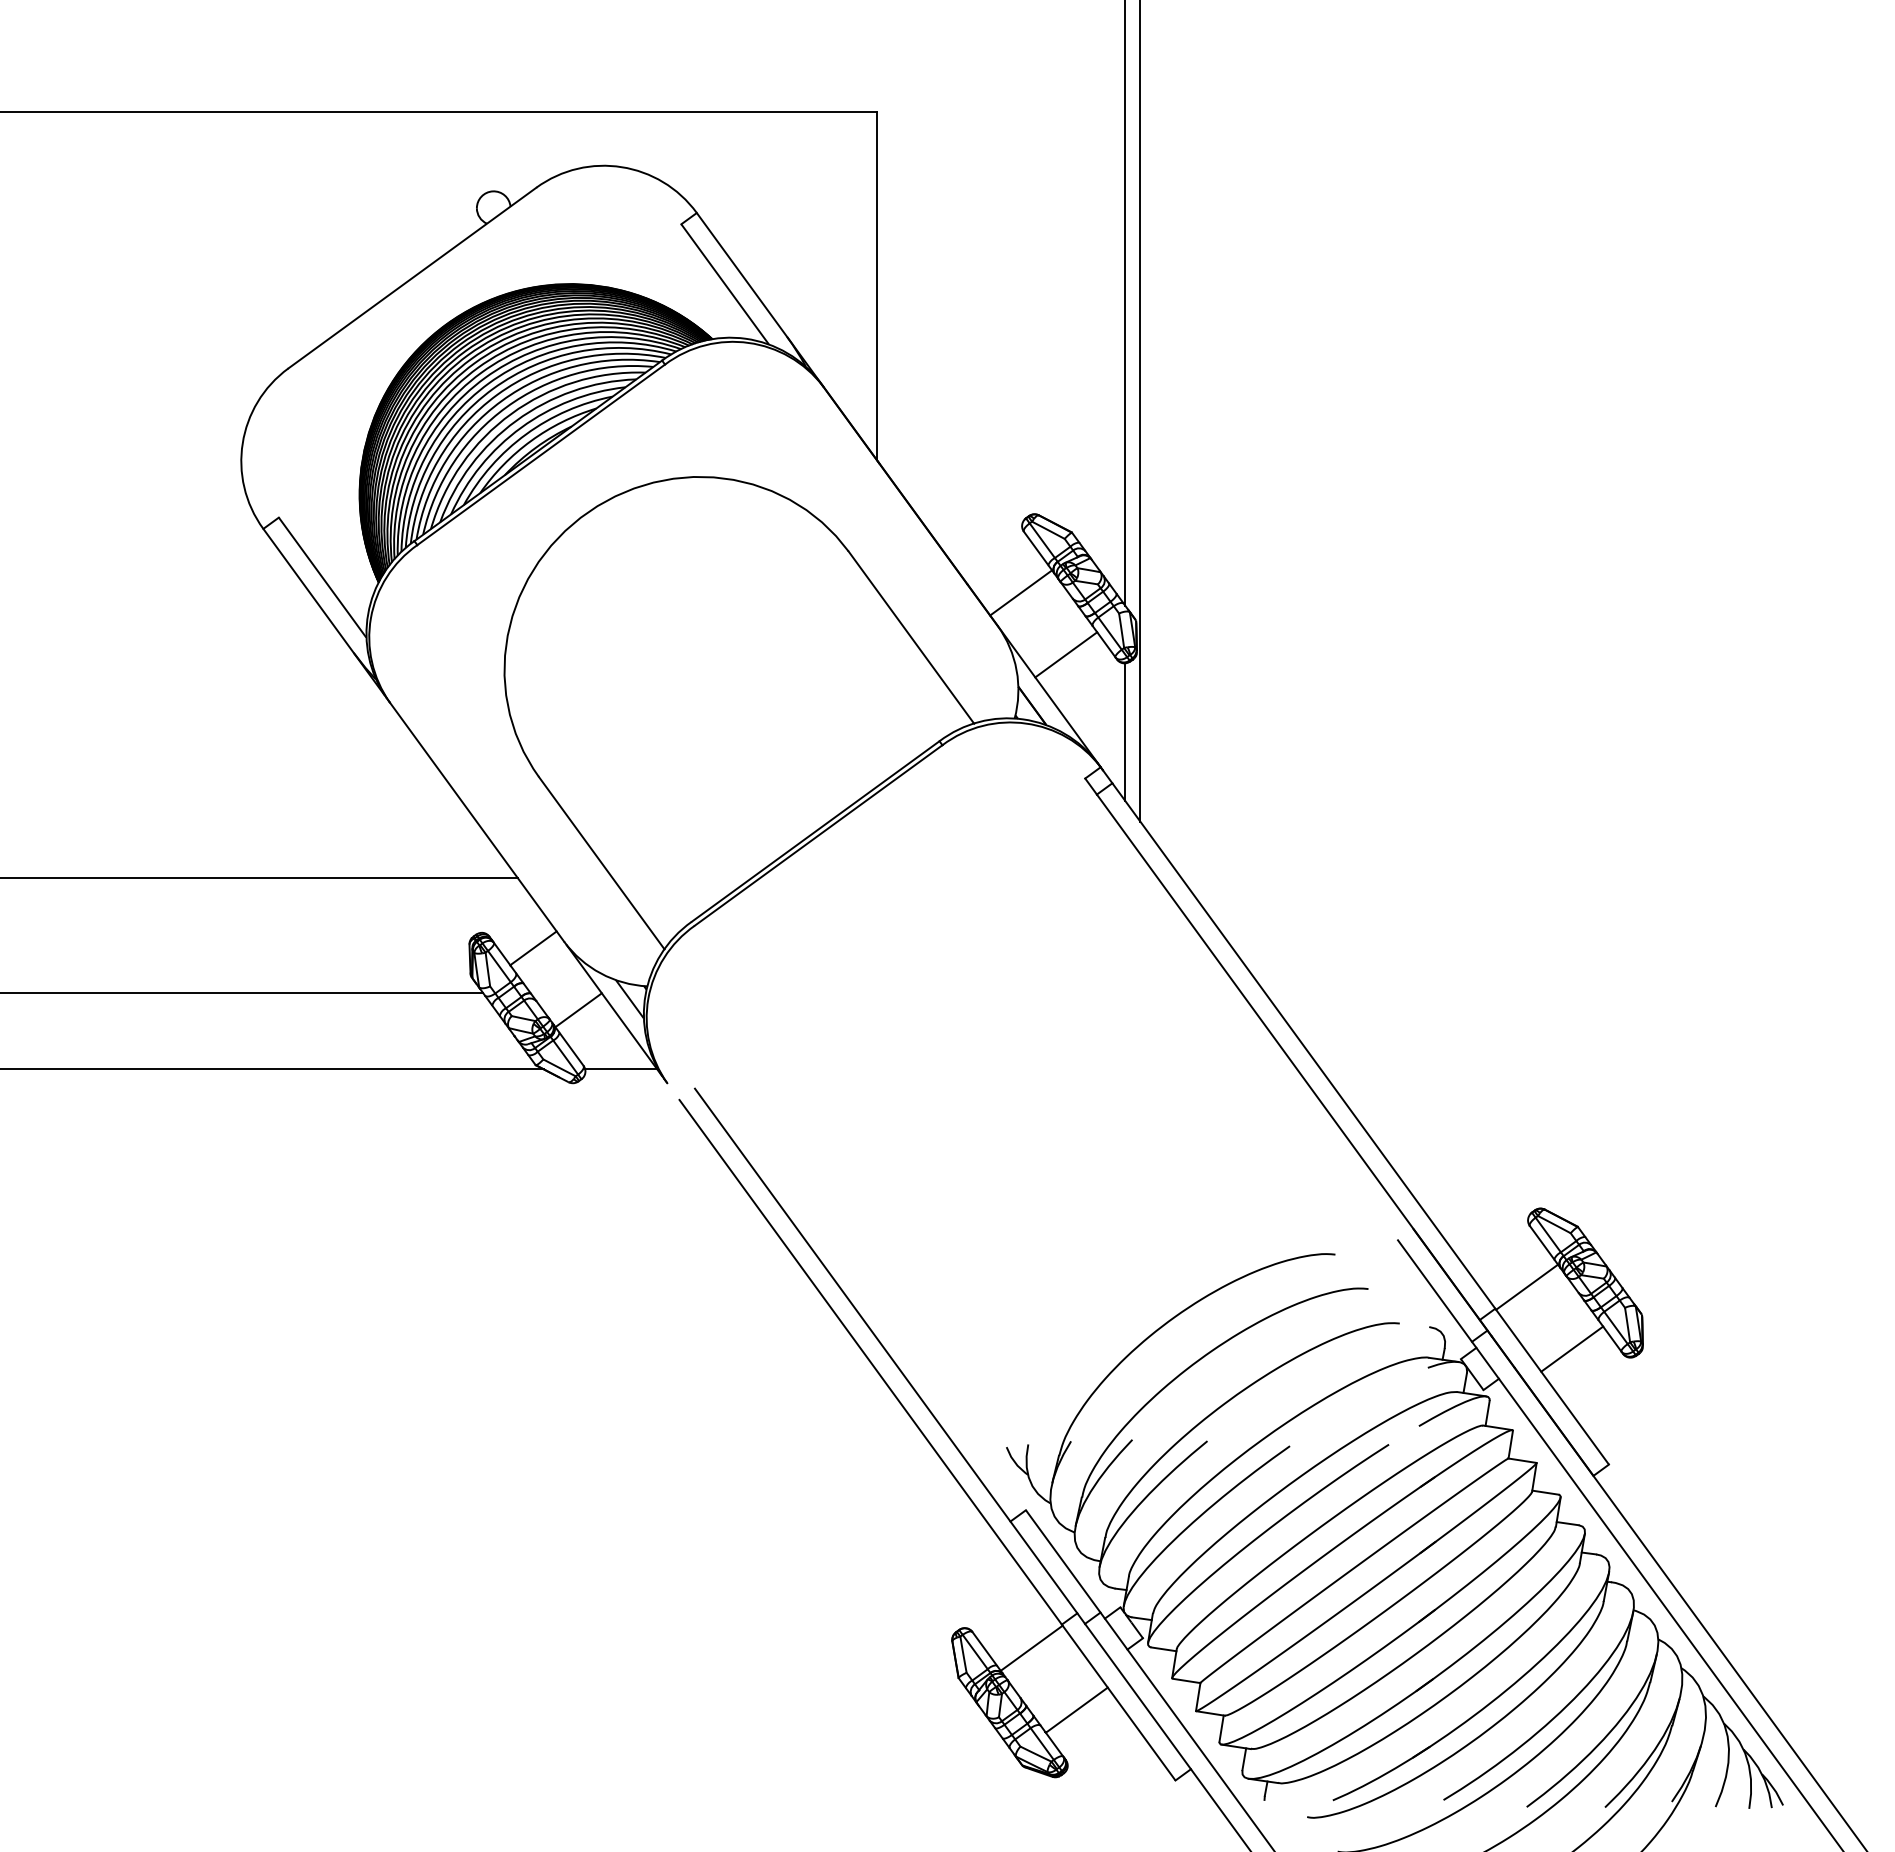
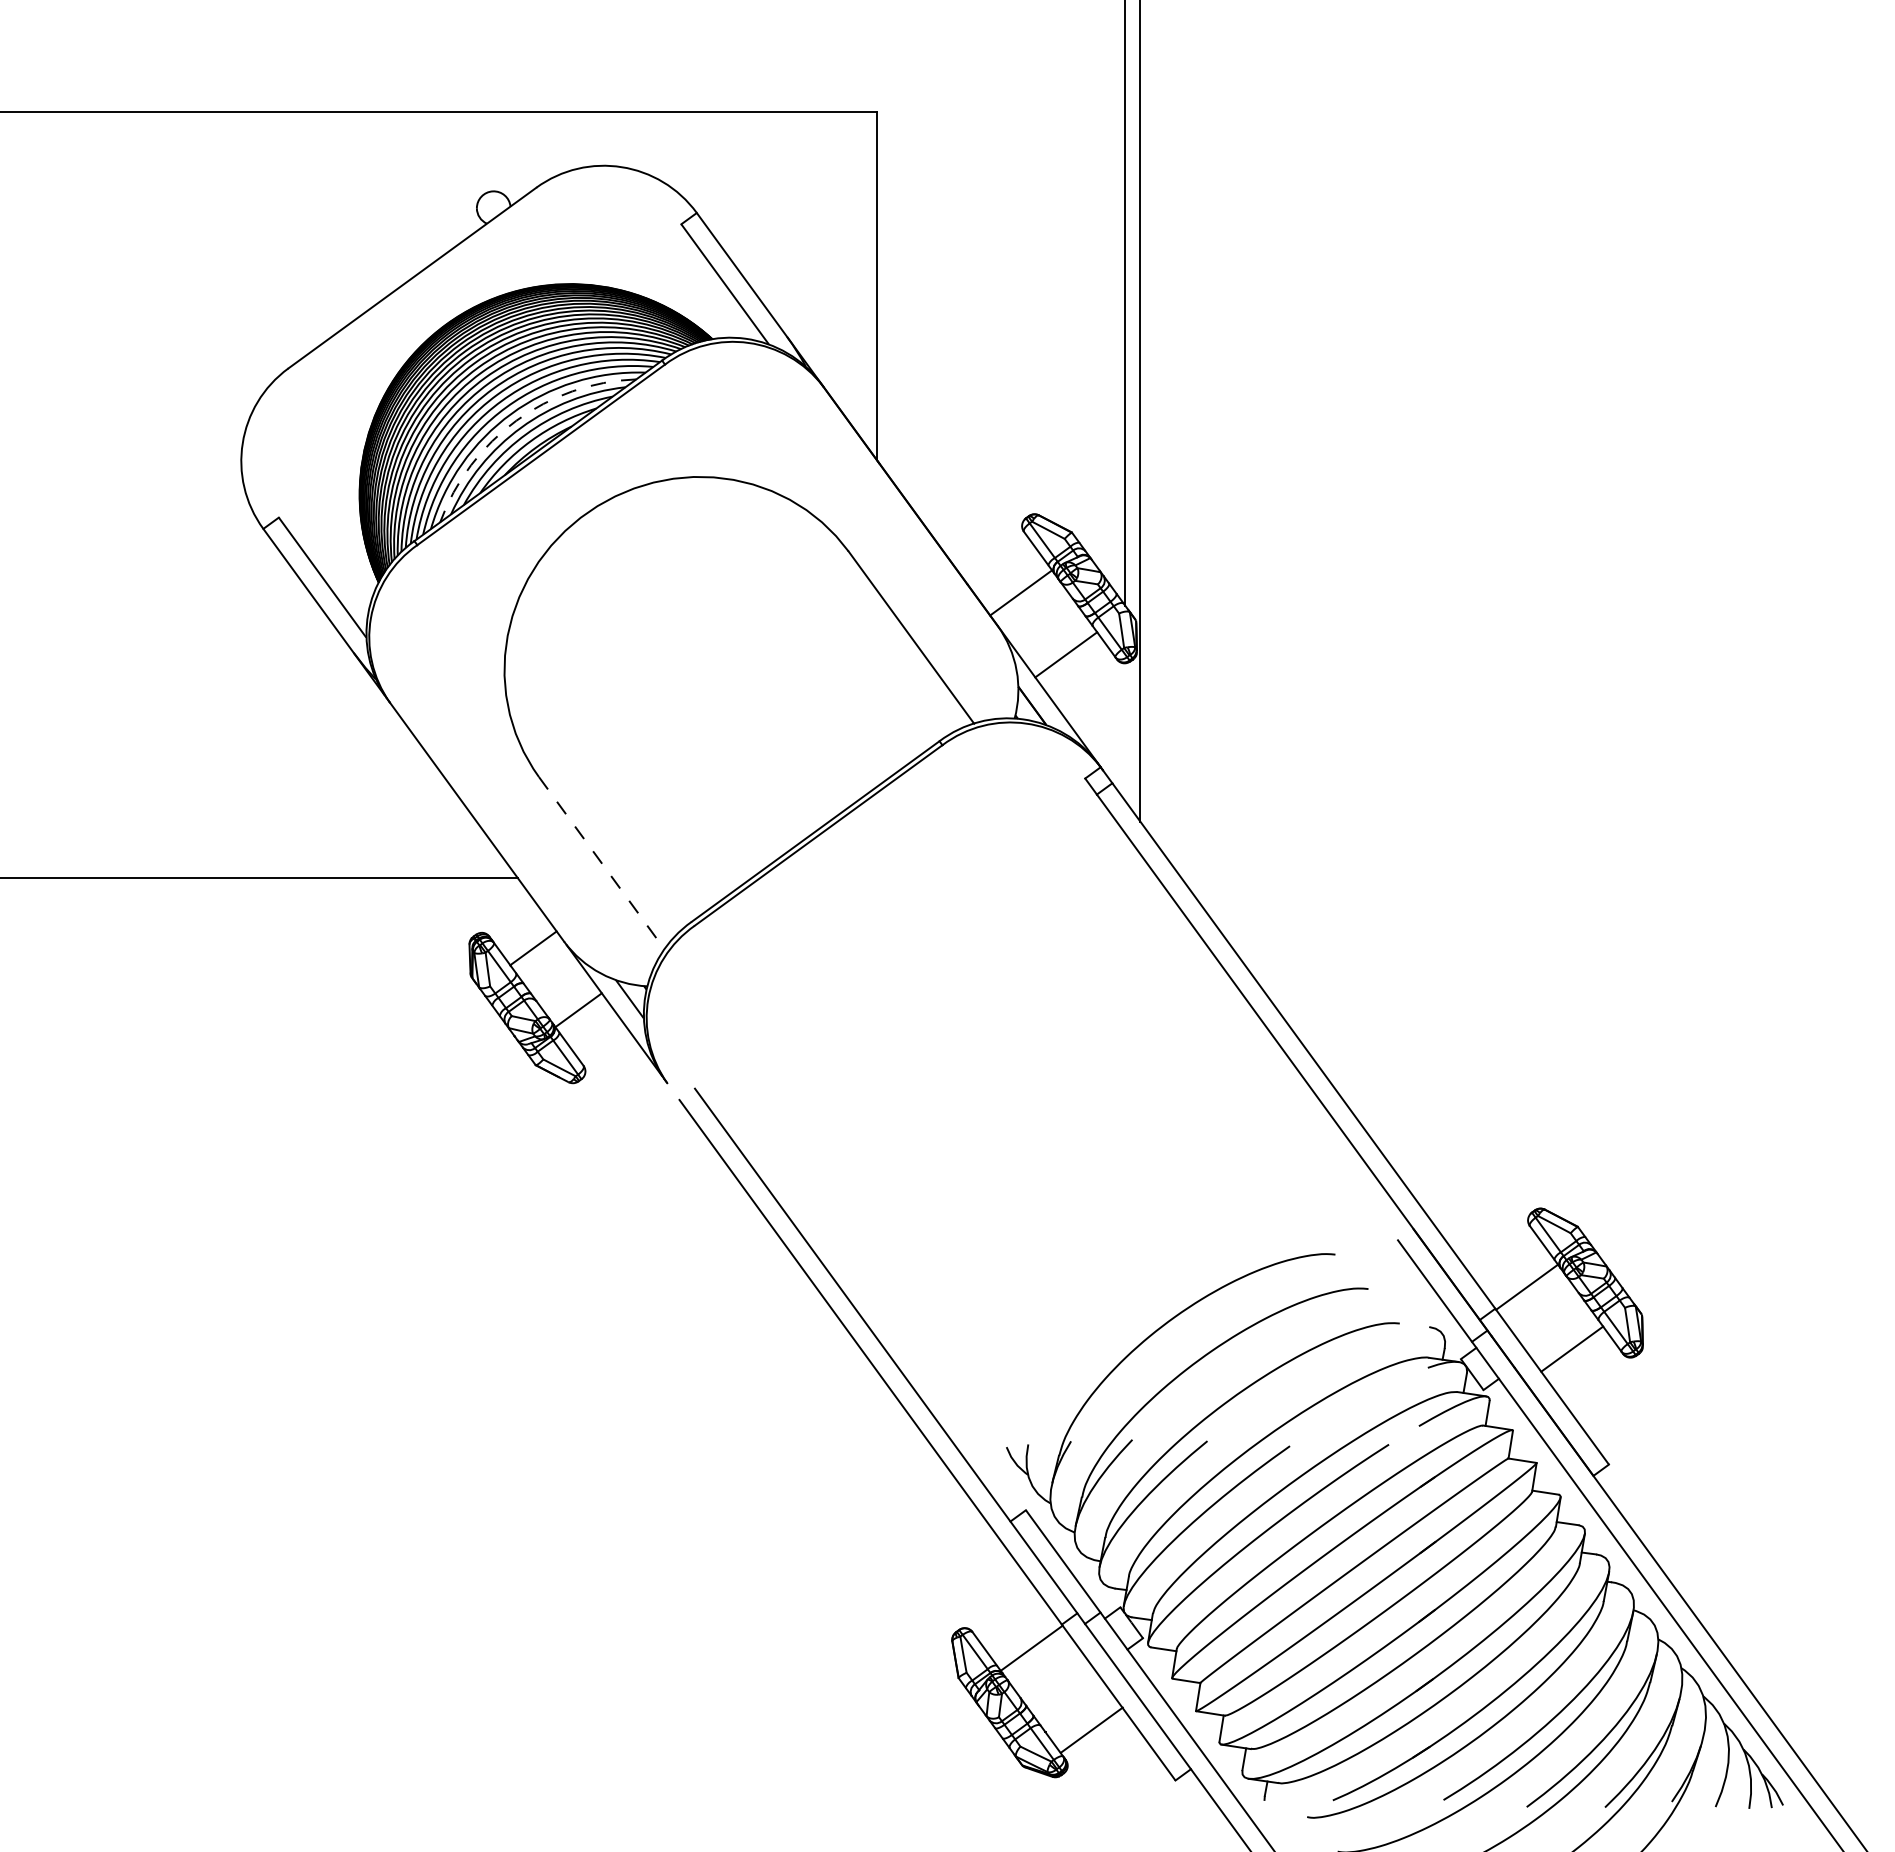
arc at (516, 420): solid -> dashed
line at (1125, 731): present -> none
line at (601, 863): solid -> dashed
line at (242, 992): present -> none
line at (272, 1069): present -> none
line at (621, 1069): present -> none
line at (1076, 1709) position: (1076, 1709) -> (1091, 1729)
